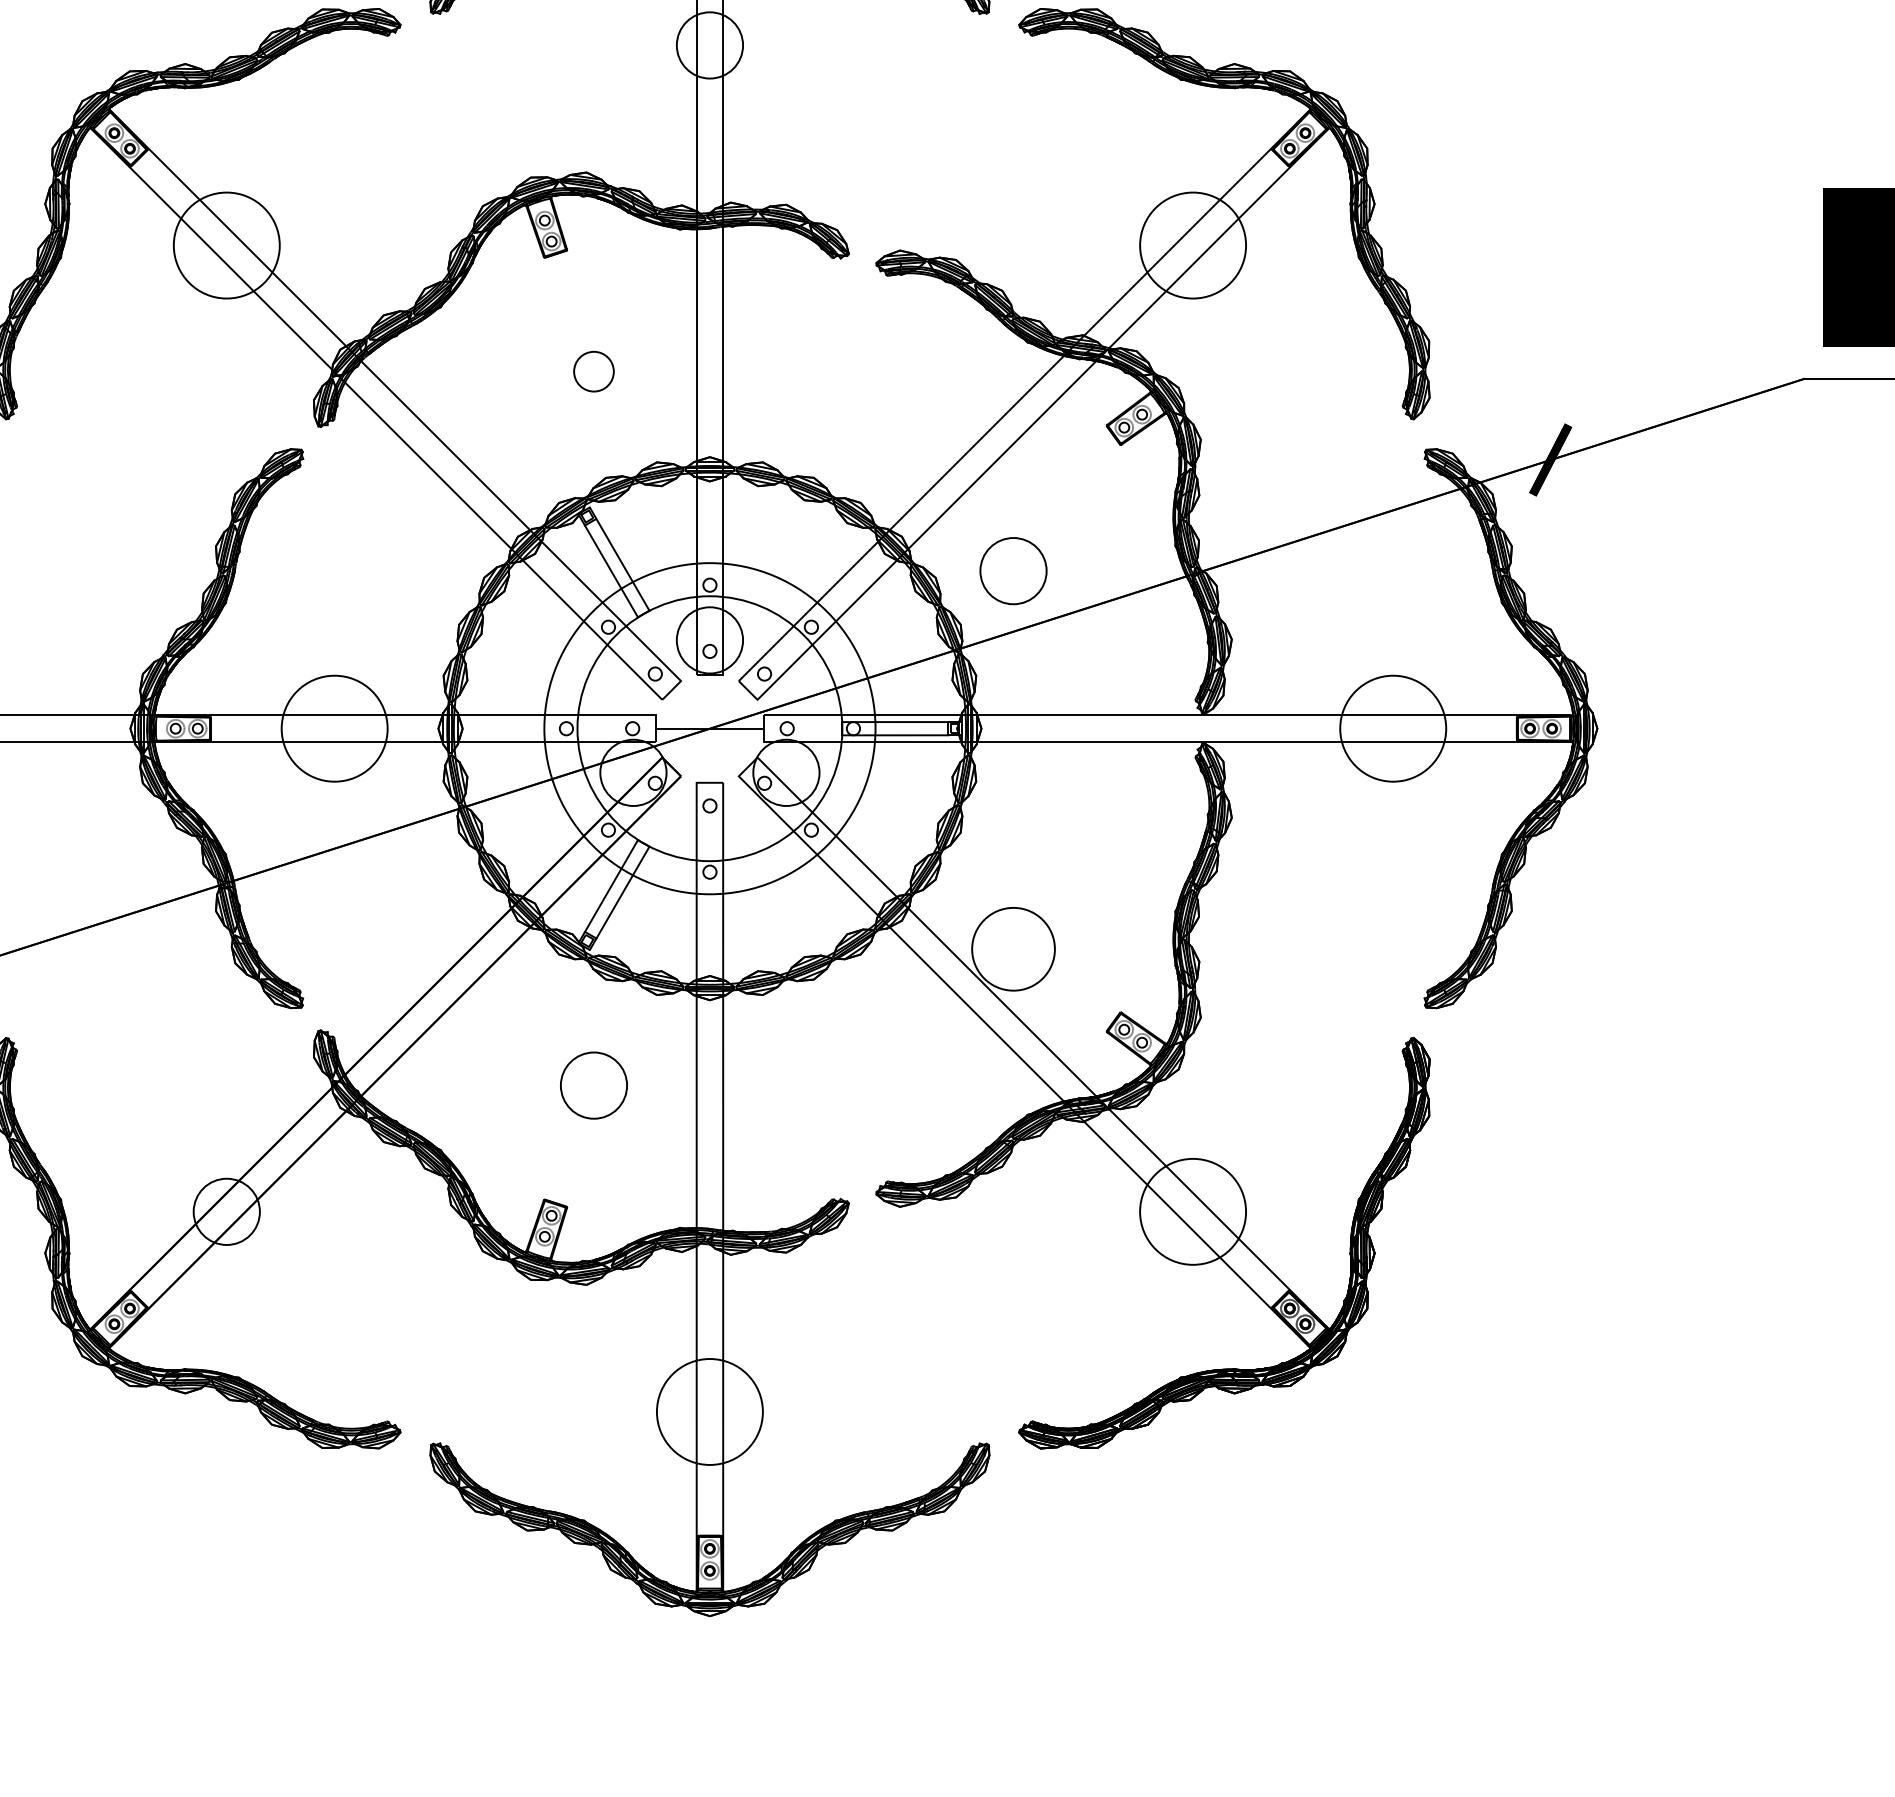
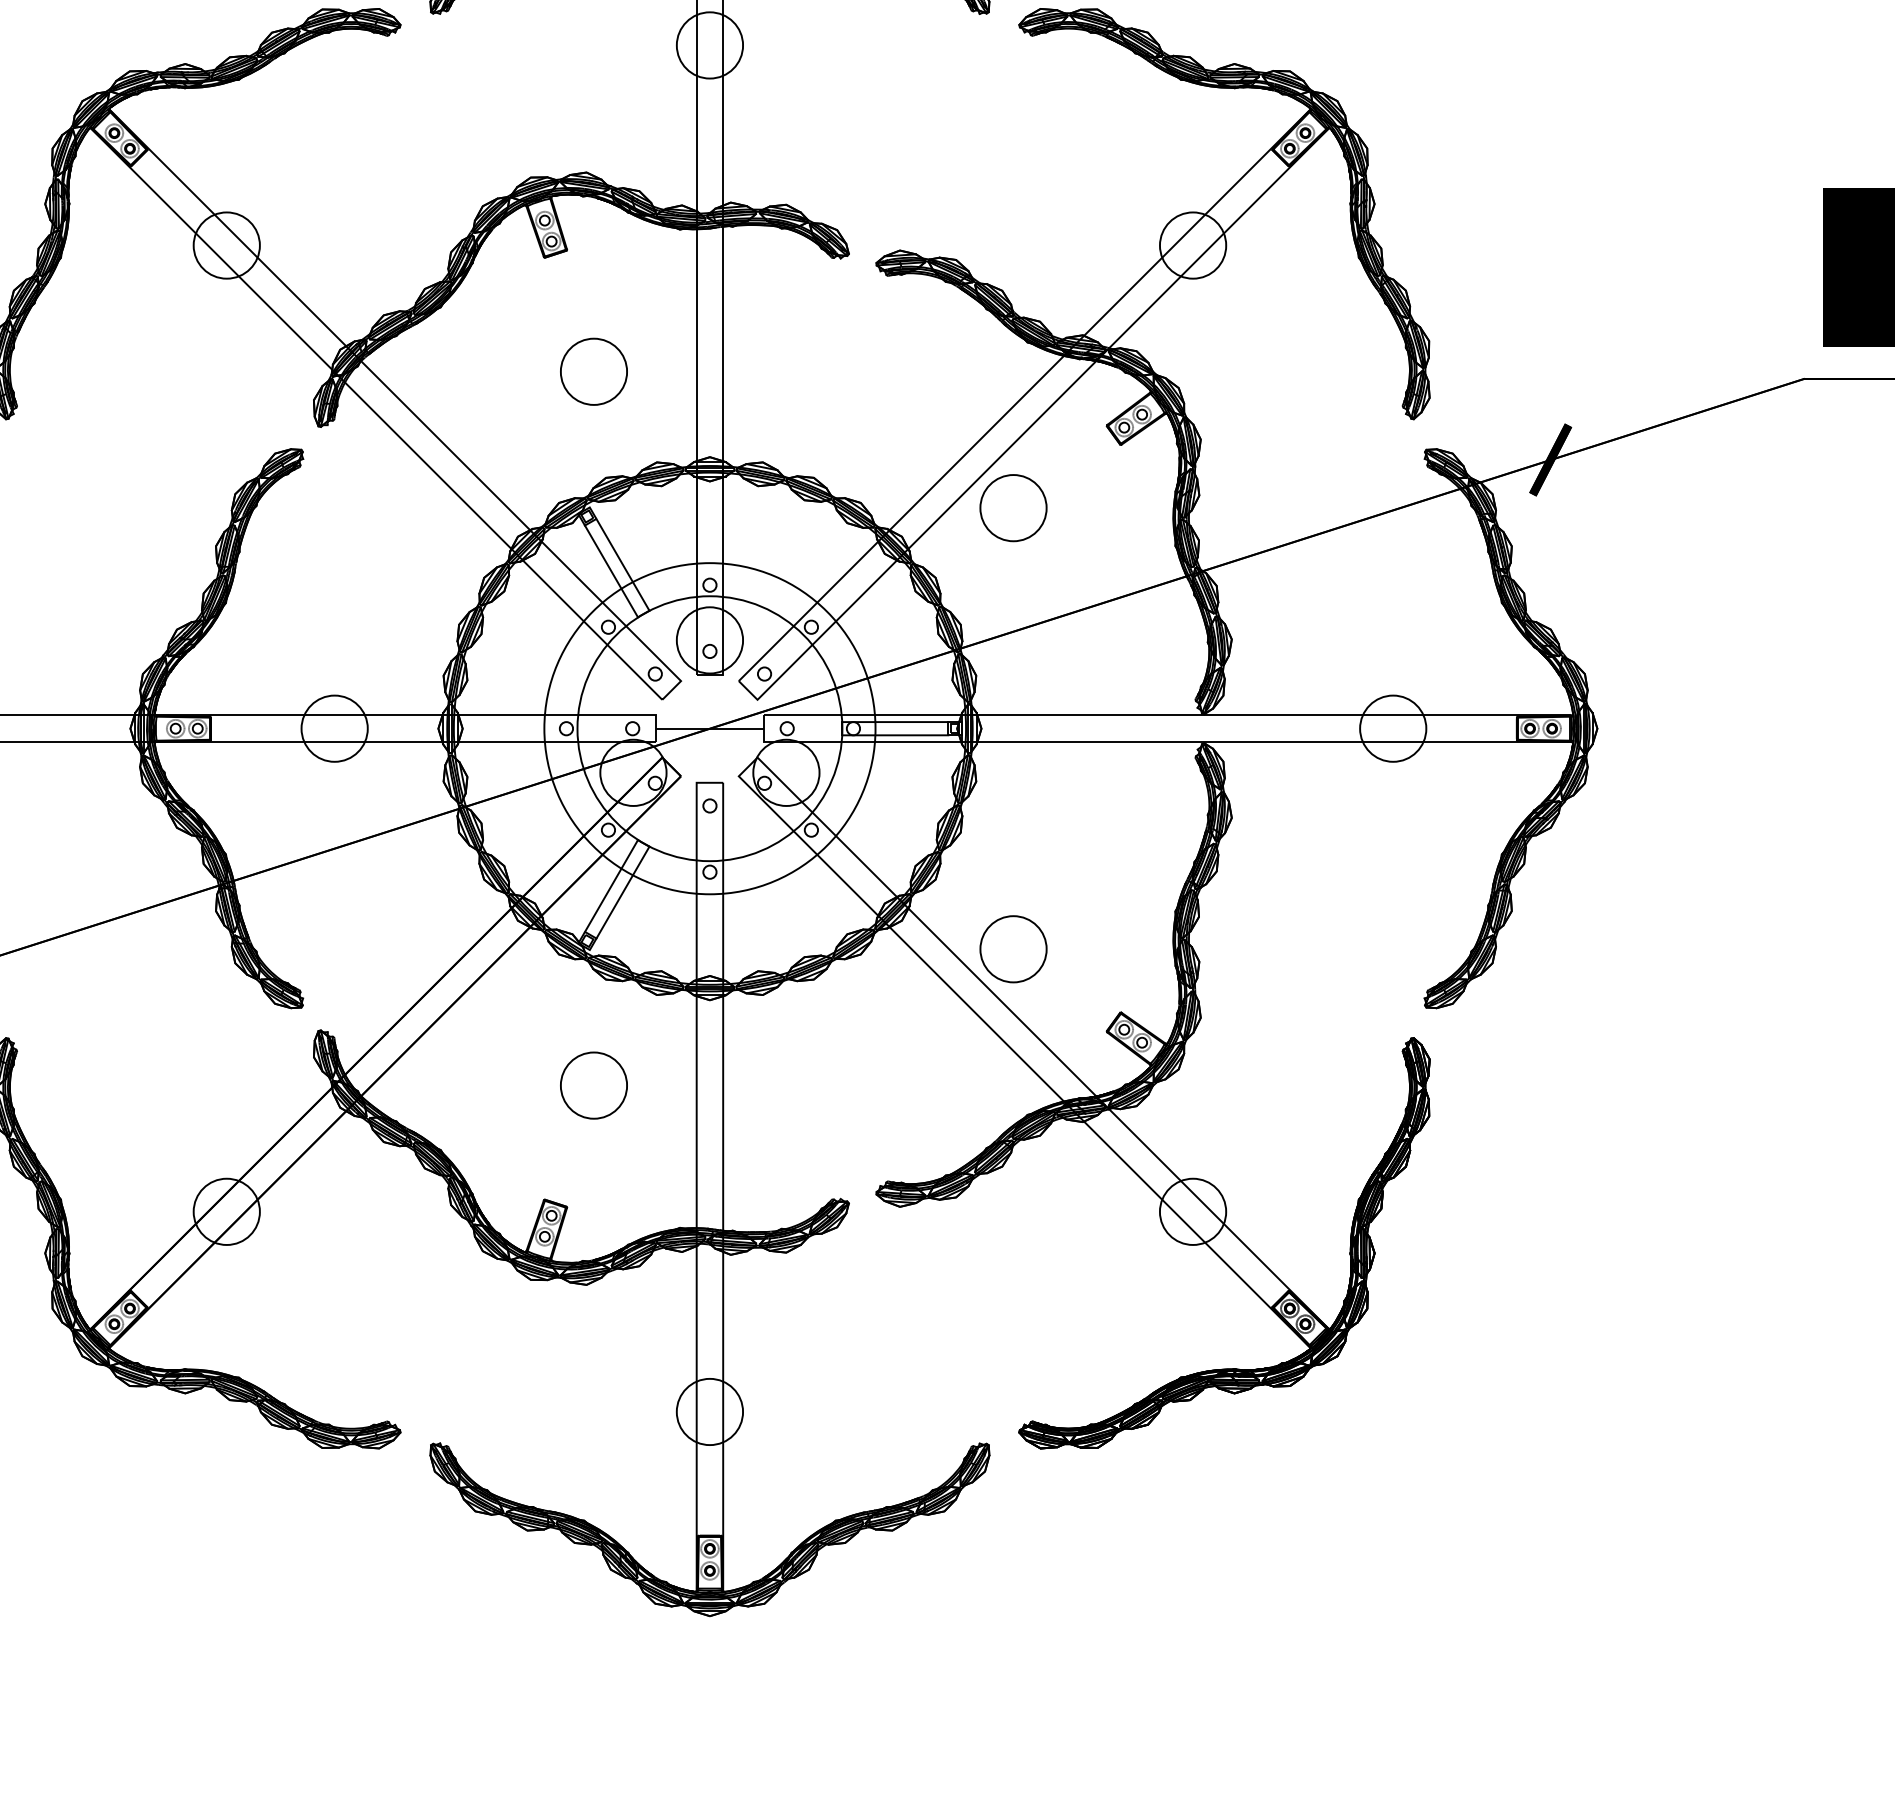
circle at (226, 245) diameter: 106 px -> 66 px
circle at (1193, 245) diameter: 106 px -> 66 px
circle at (593, 371) size: 42x43 px -> 68x69 px
circle at (1013, 571) position: (1013, 571) -> (1013, 508)
circle at (334, 728) diameter: 106 px -> 66 px
circle at (1393, 728) diameter: 106 px -> 66 px
circle at (1013, 948) diameter: 83 px -> 66 px
circle at (1193, 1211) diameter: 106 px -> 66 px
circle at (709, 1411) diameter: 106 px -> 66 px
